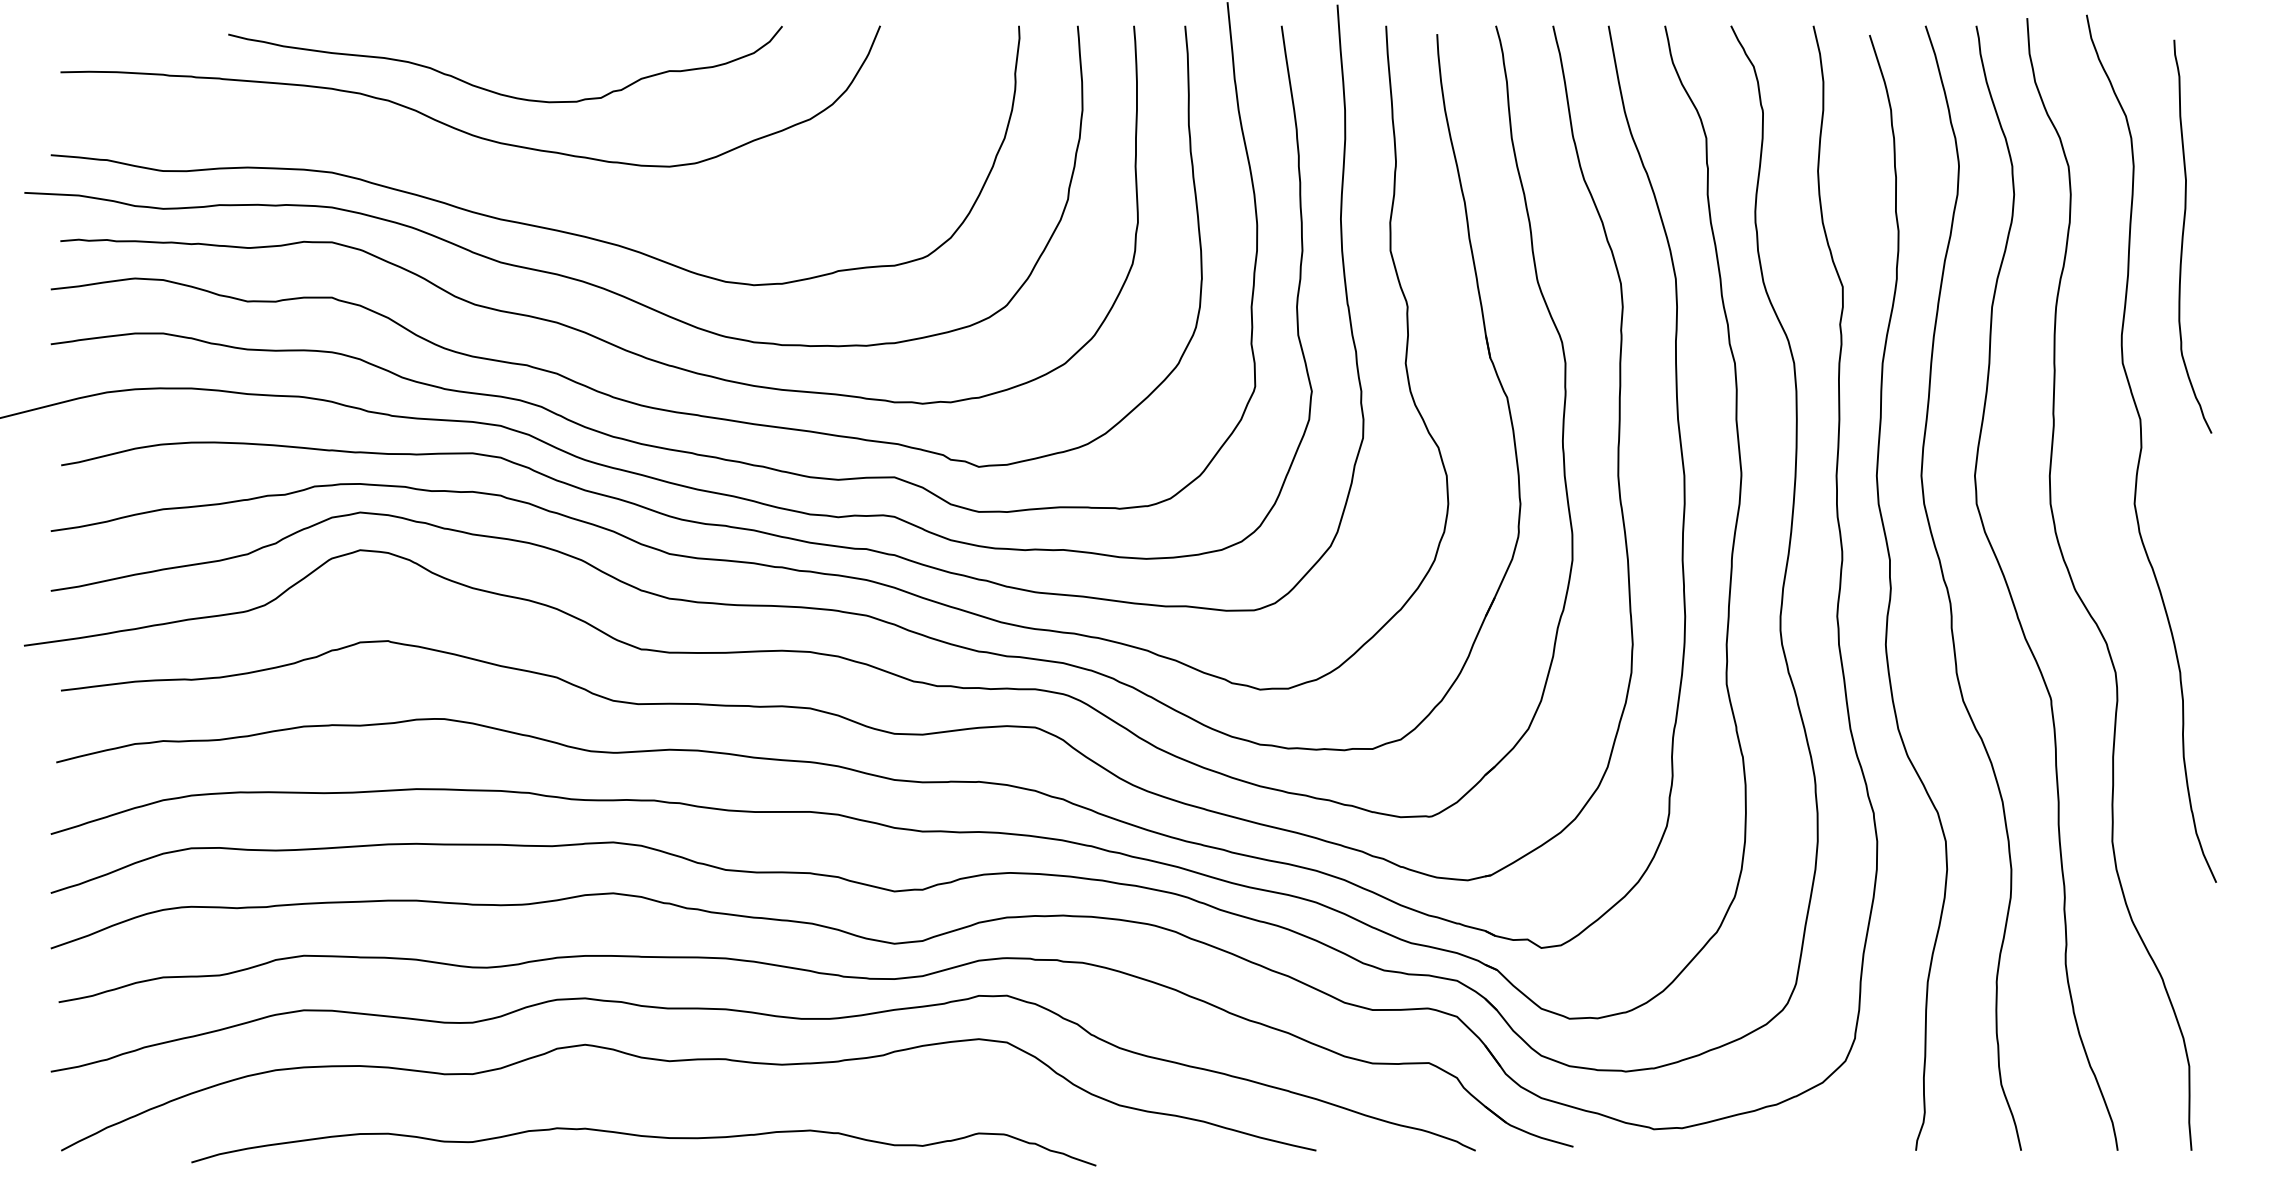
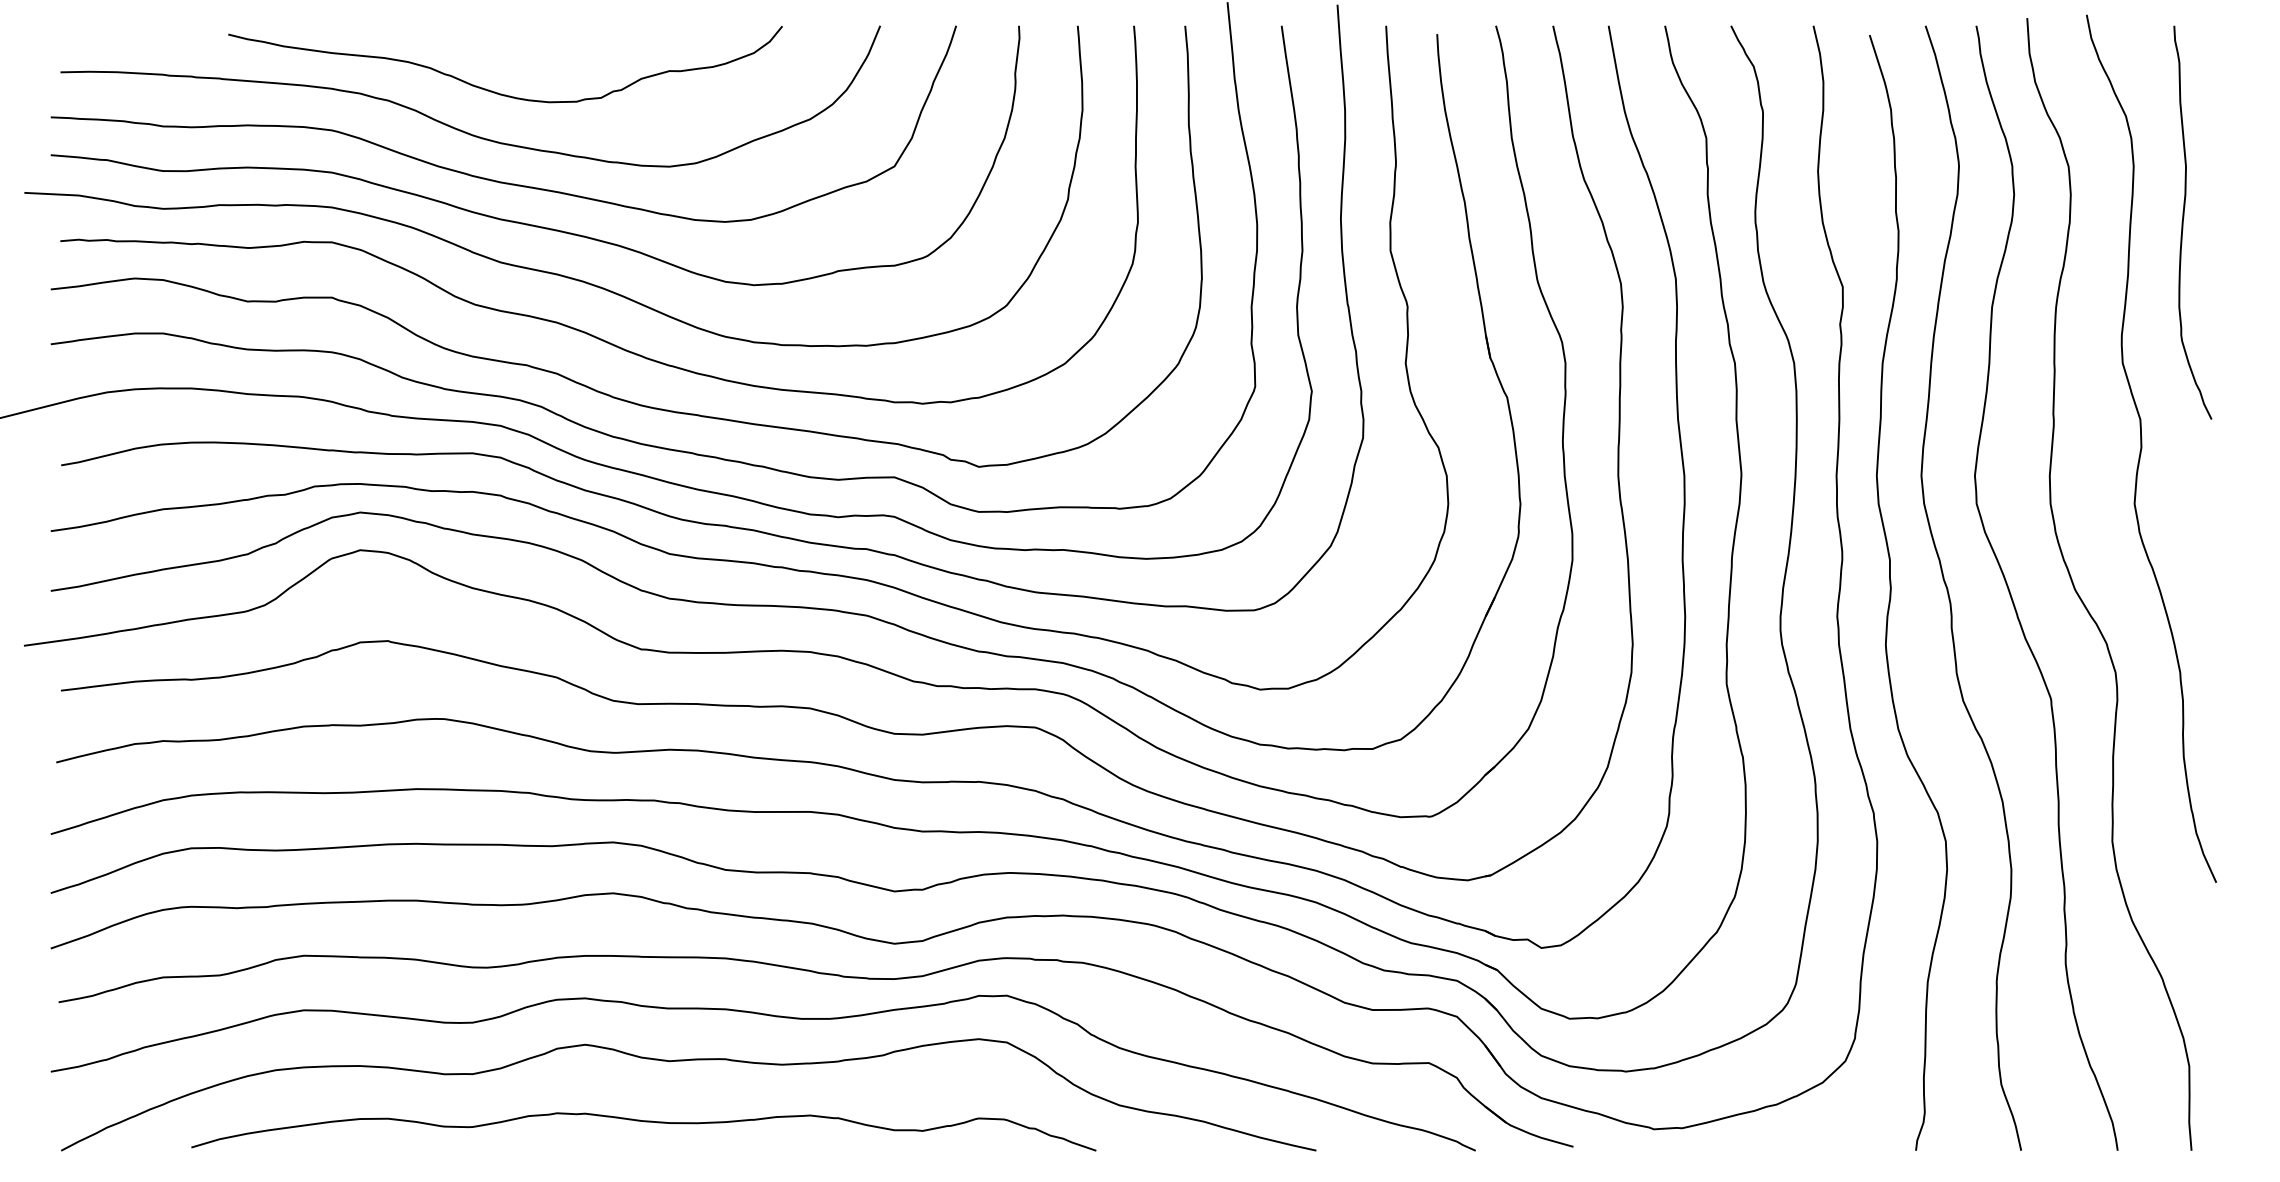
curve at (489, 178): none -> present
curve at (2183, 236) position: (2183, 236) -> (2183, 222)
curve at (644, 1137) position: (644, 1137) -> (644, 1122)
